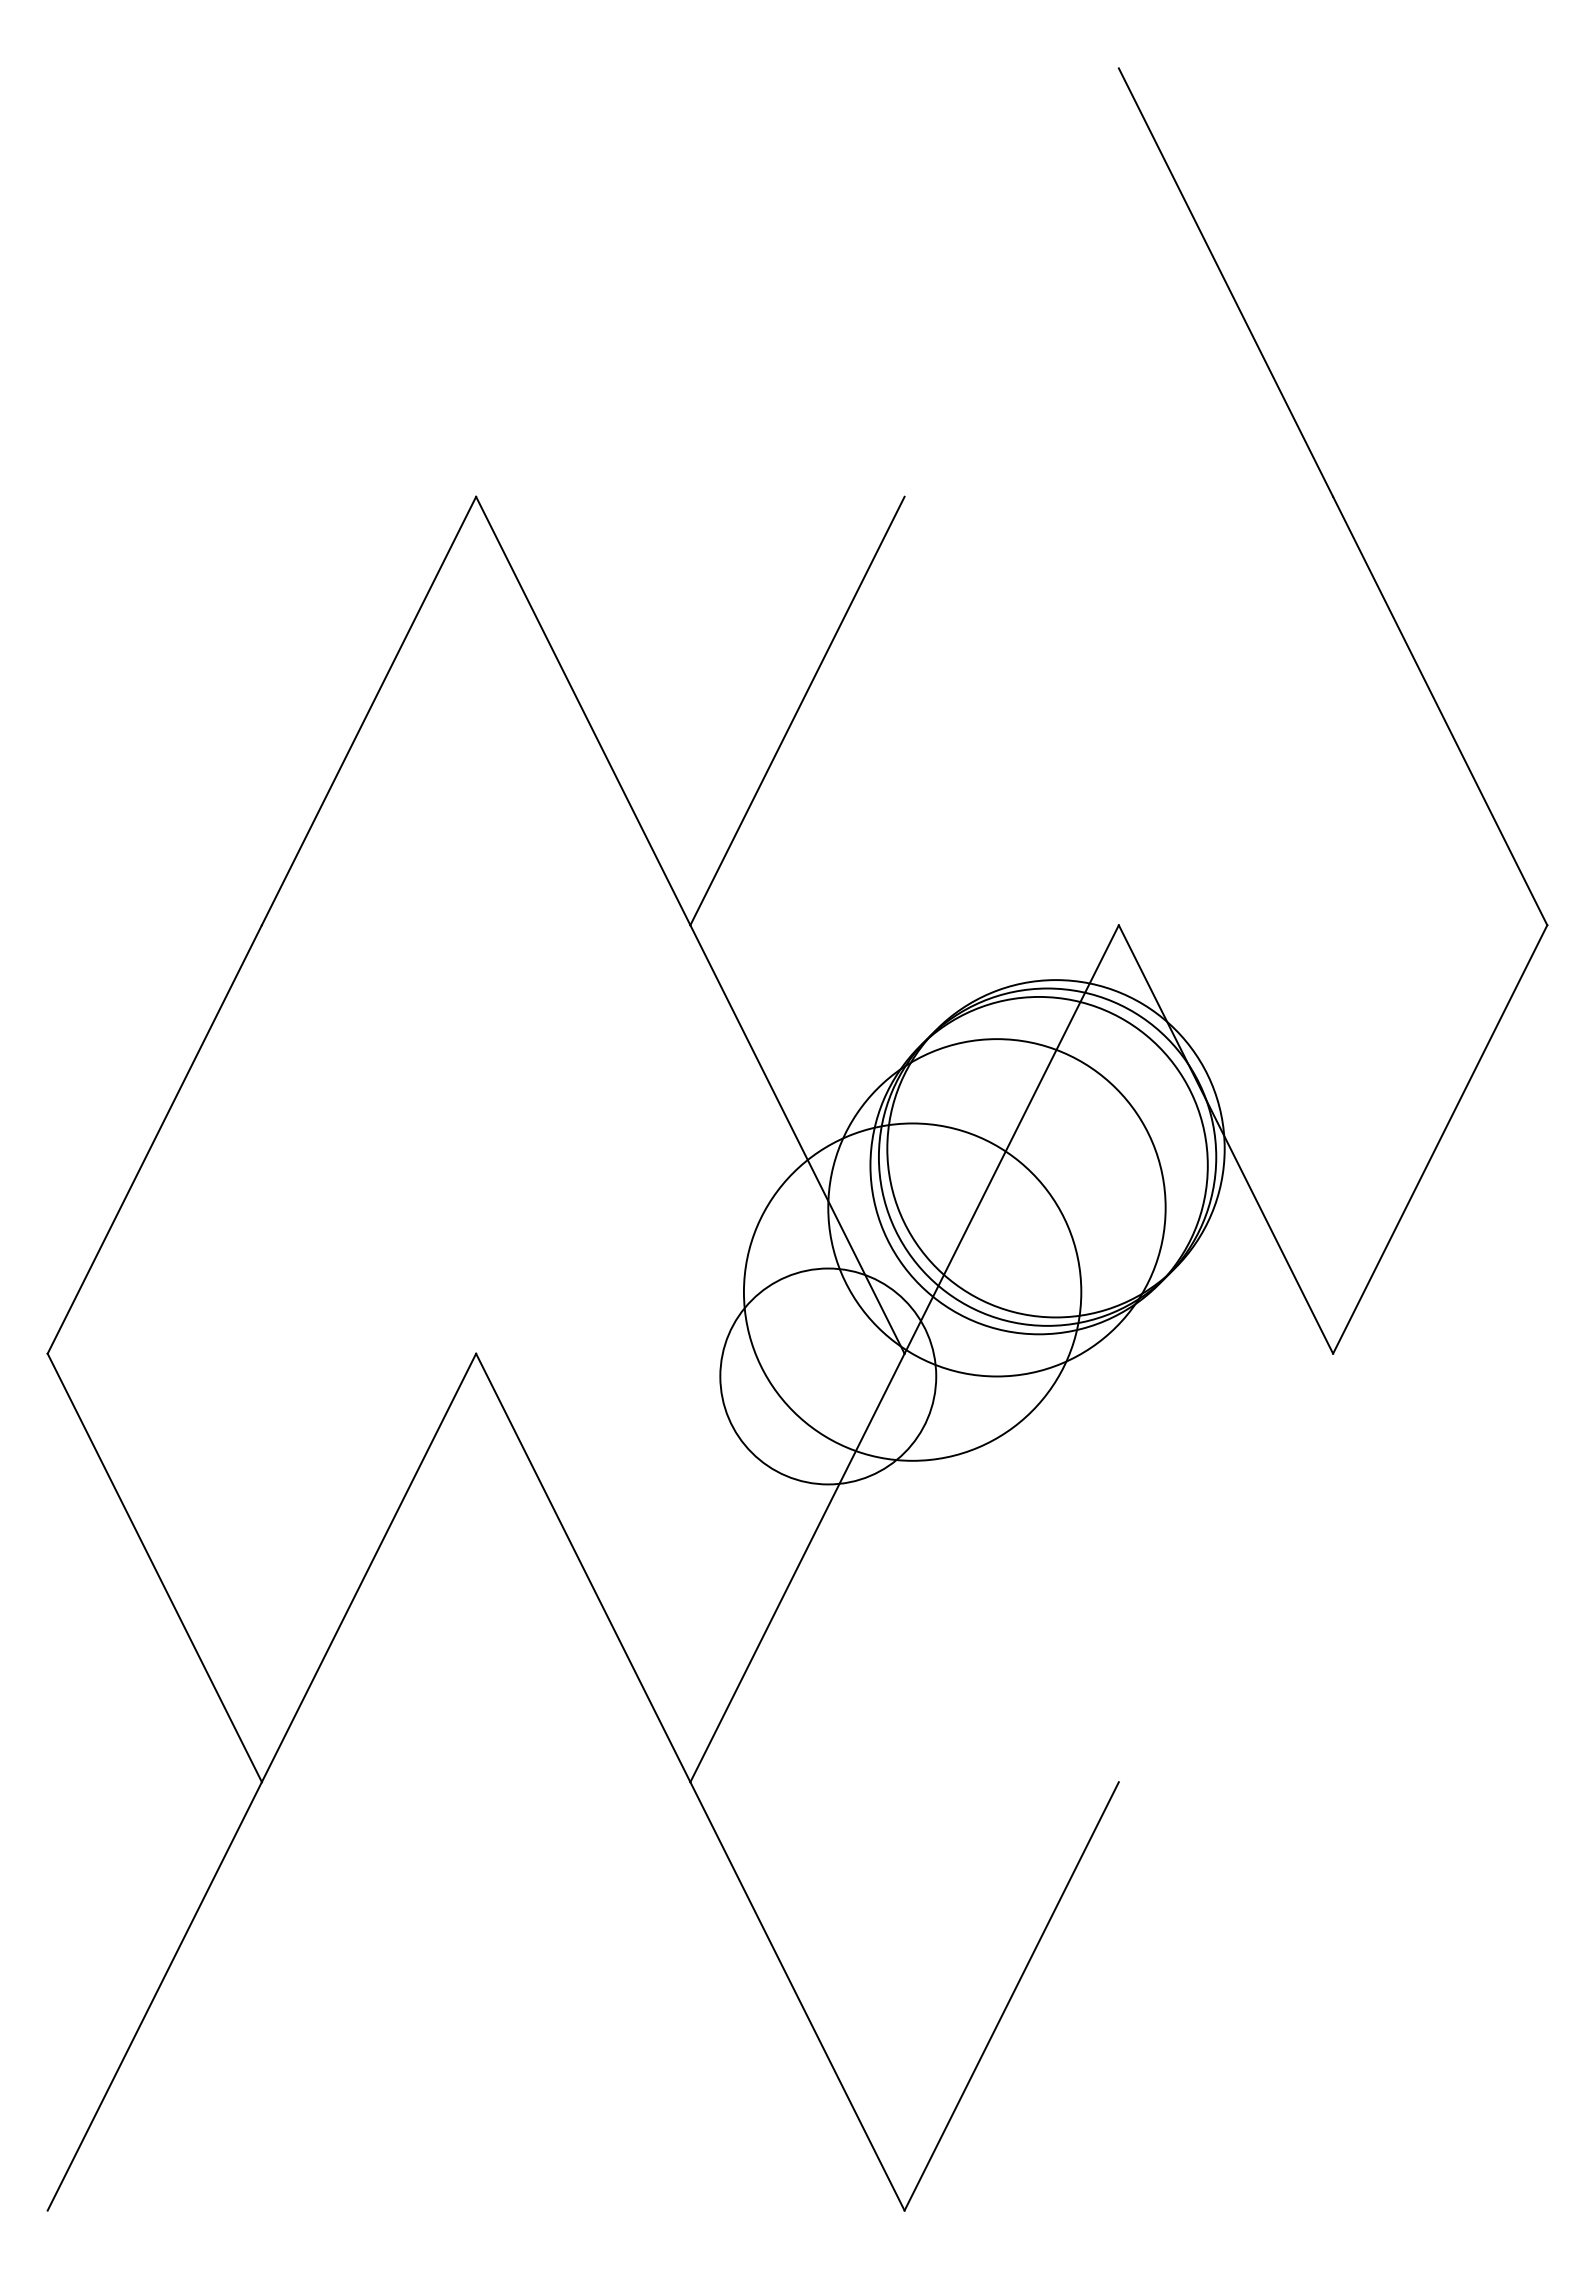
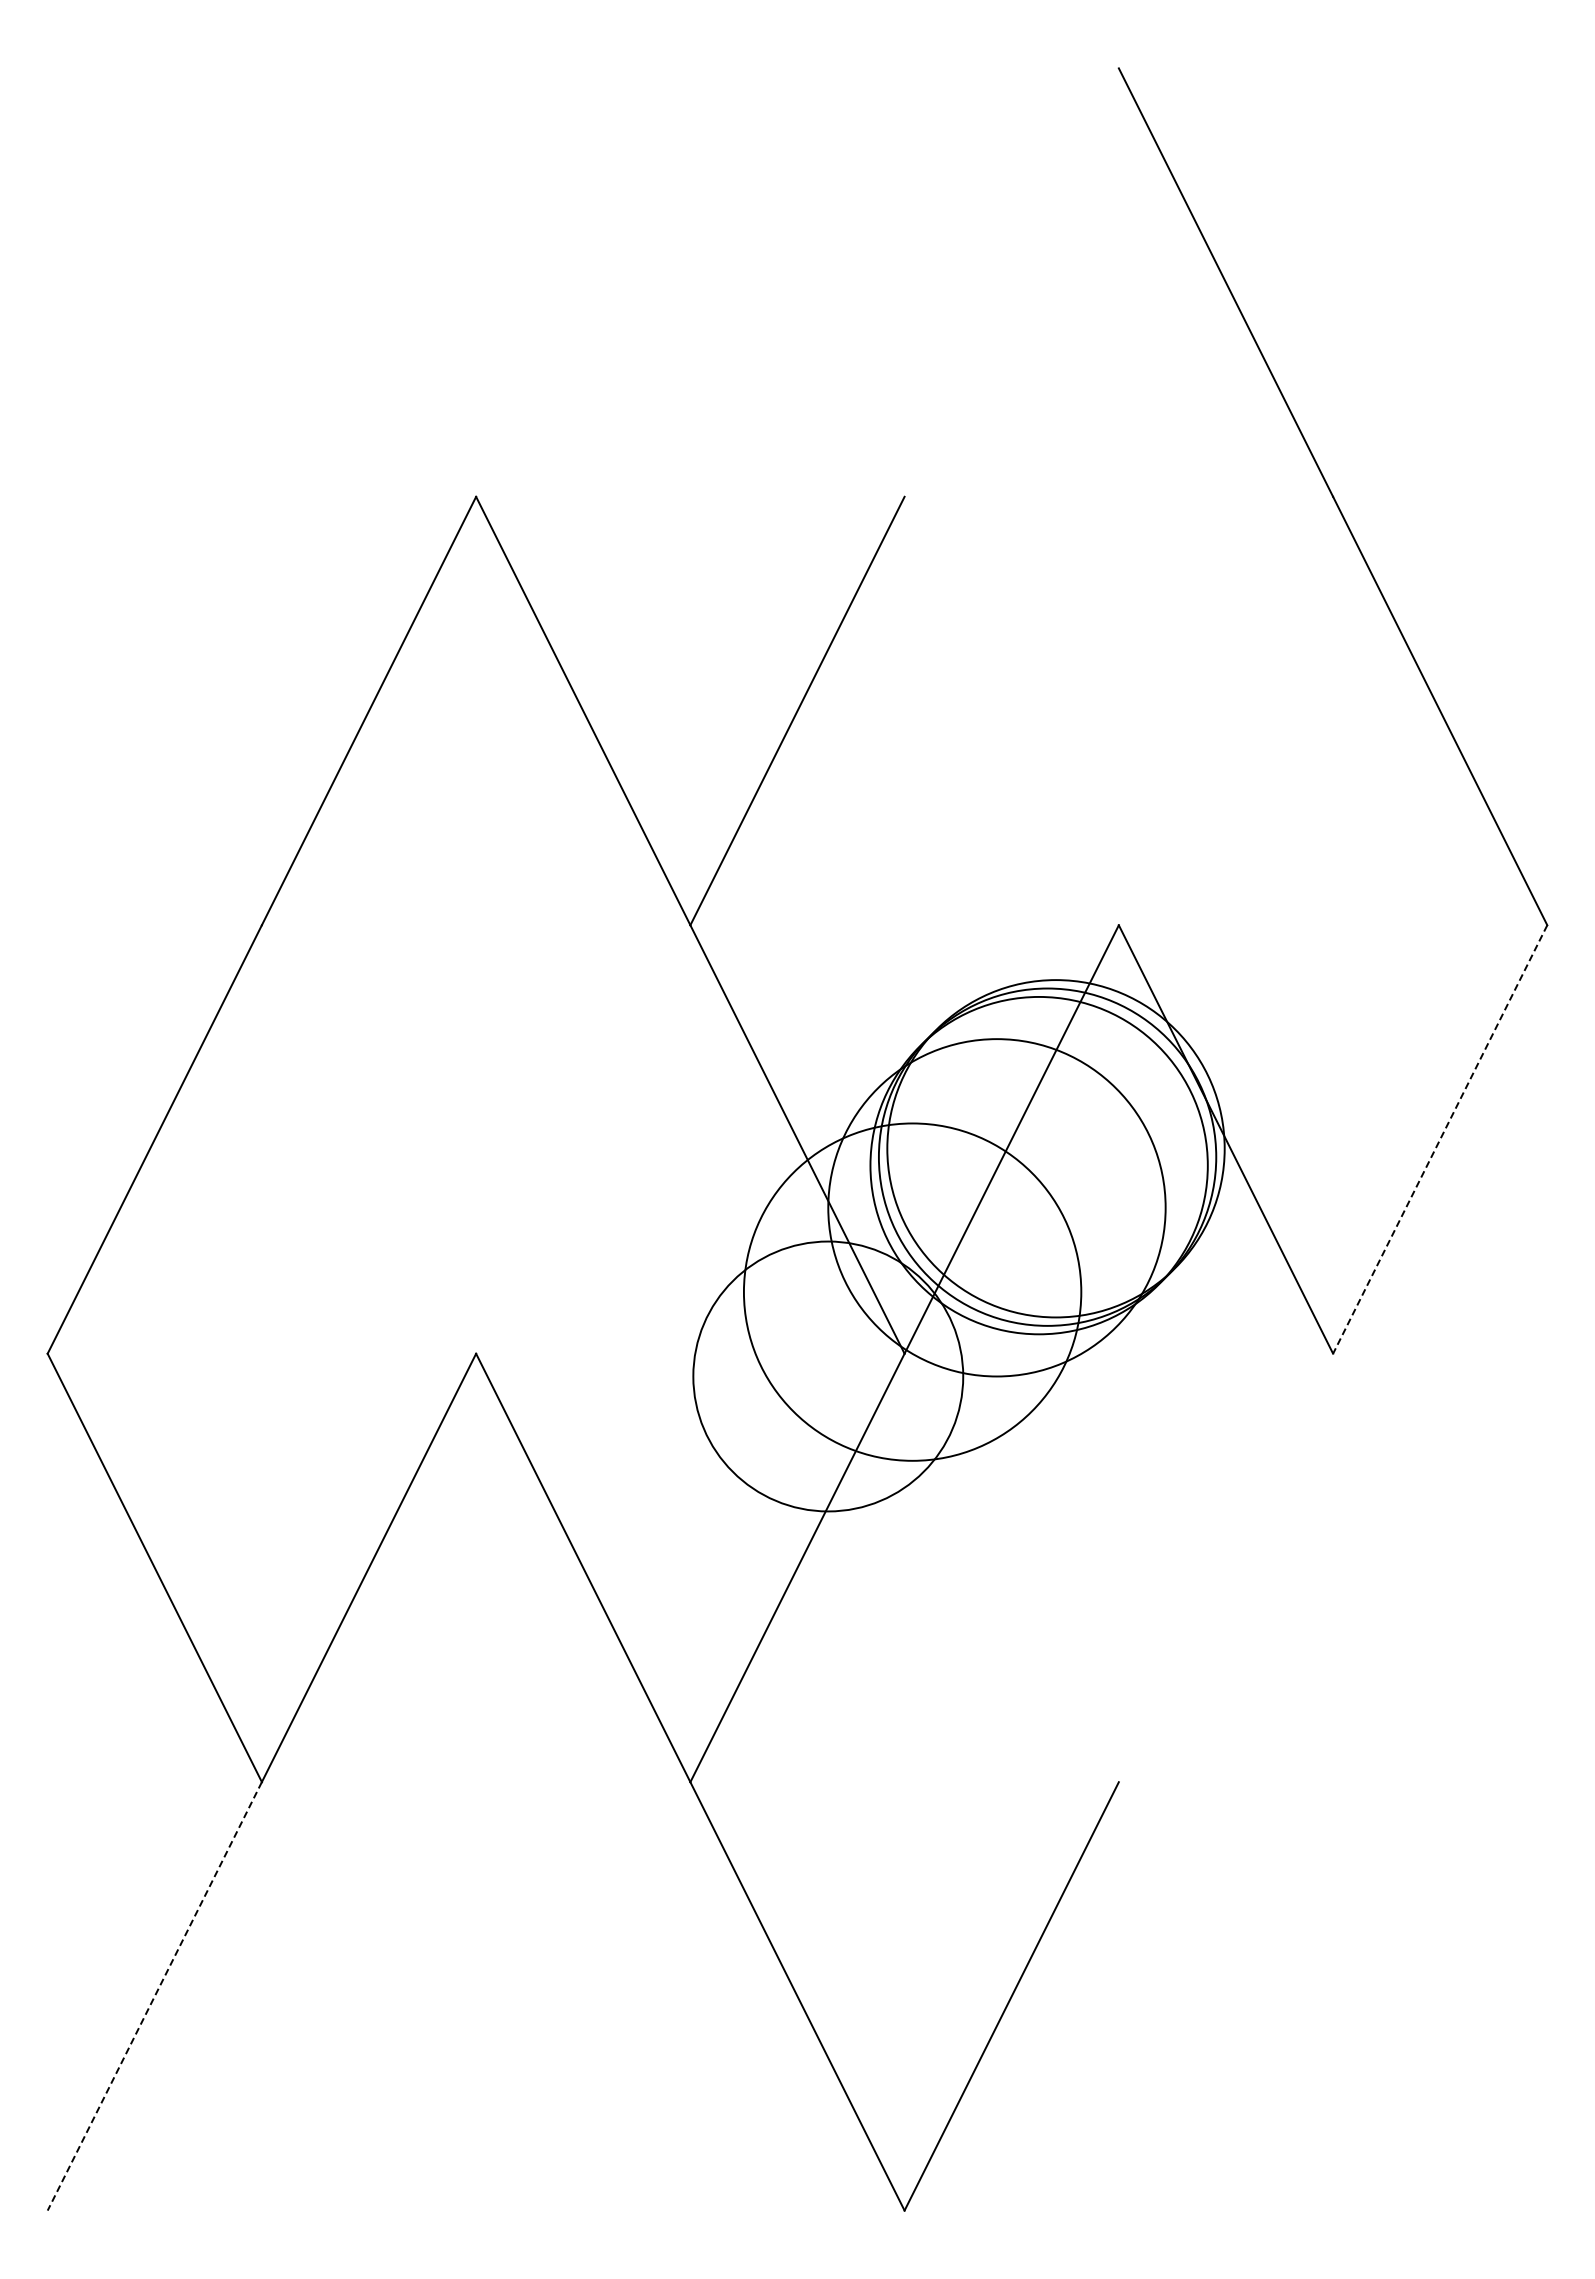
line at (1440, 1139): solid -> dashed
circle at (828, 1376) diameter: 216 px -> 270 px
line at (154, 1996): solid -> dashed
